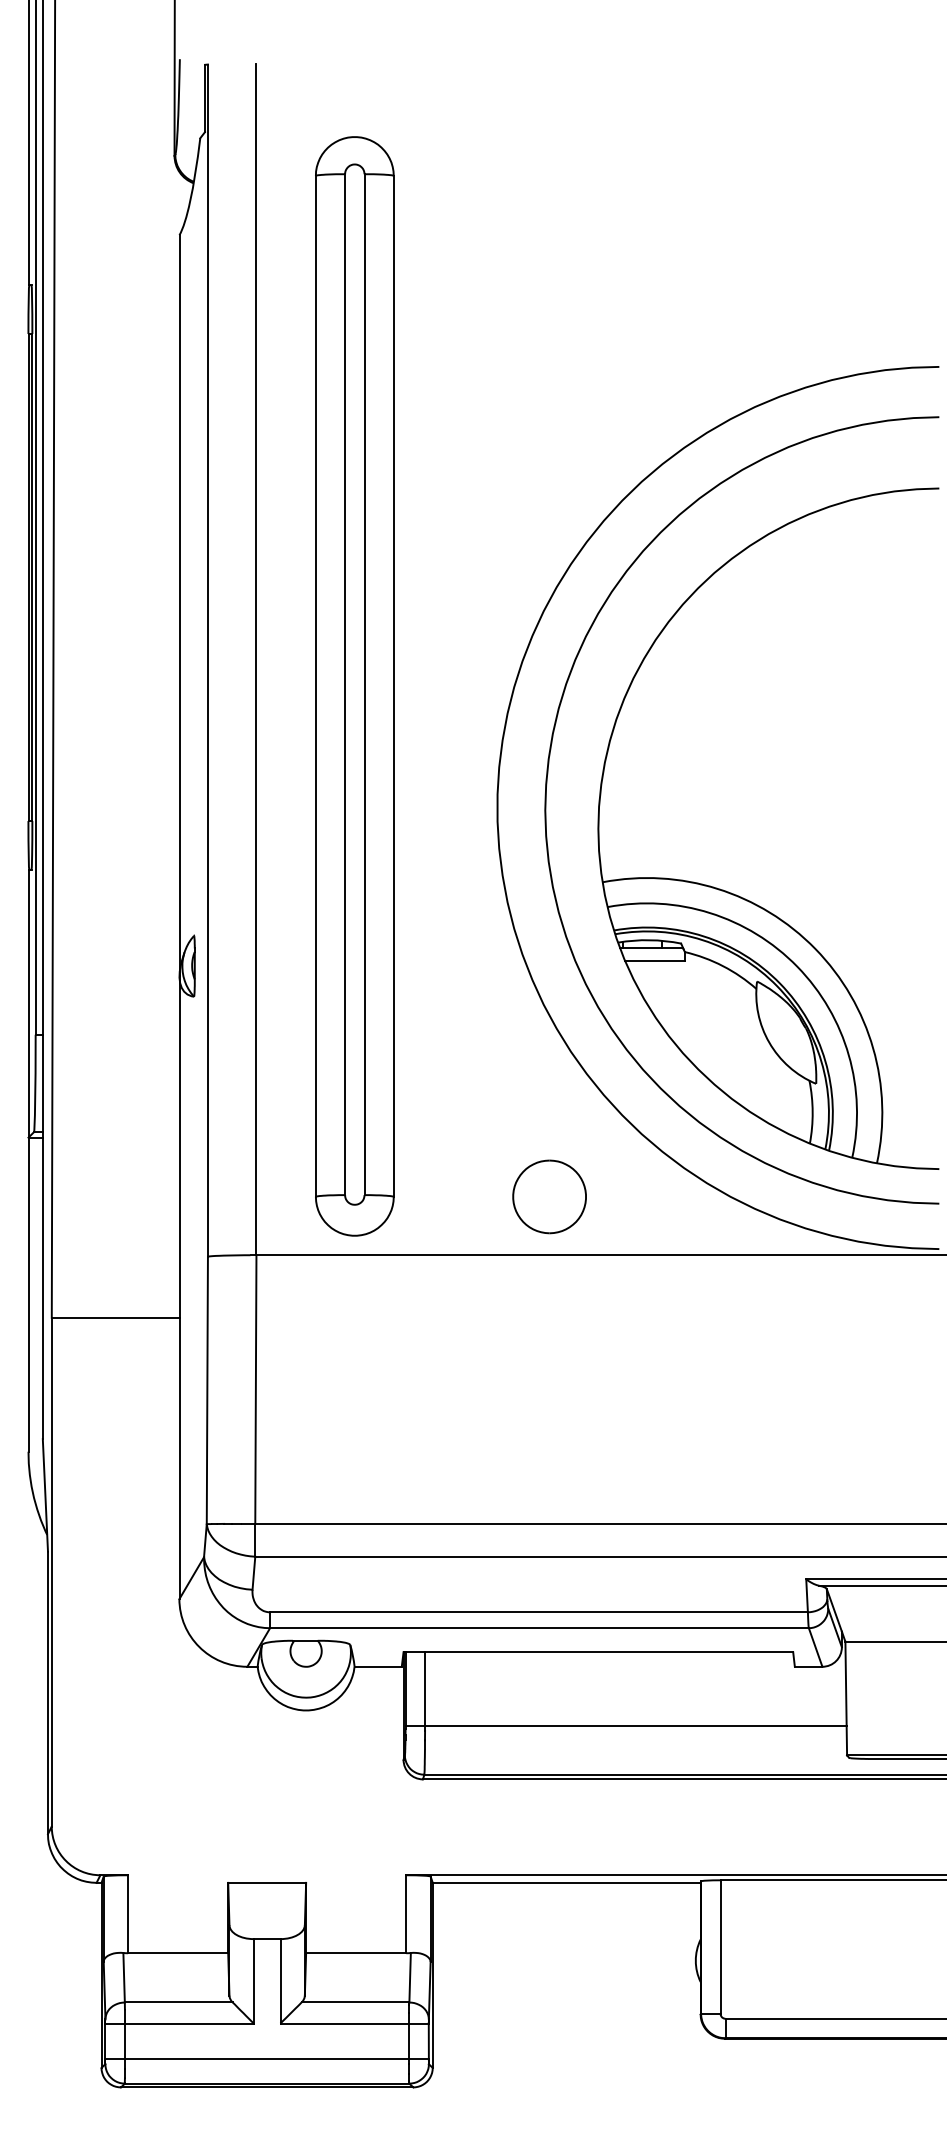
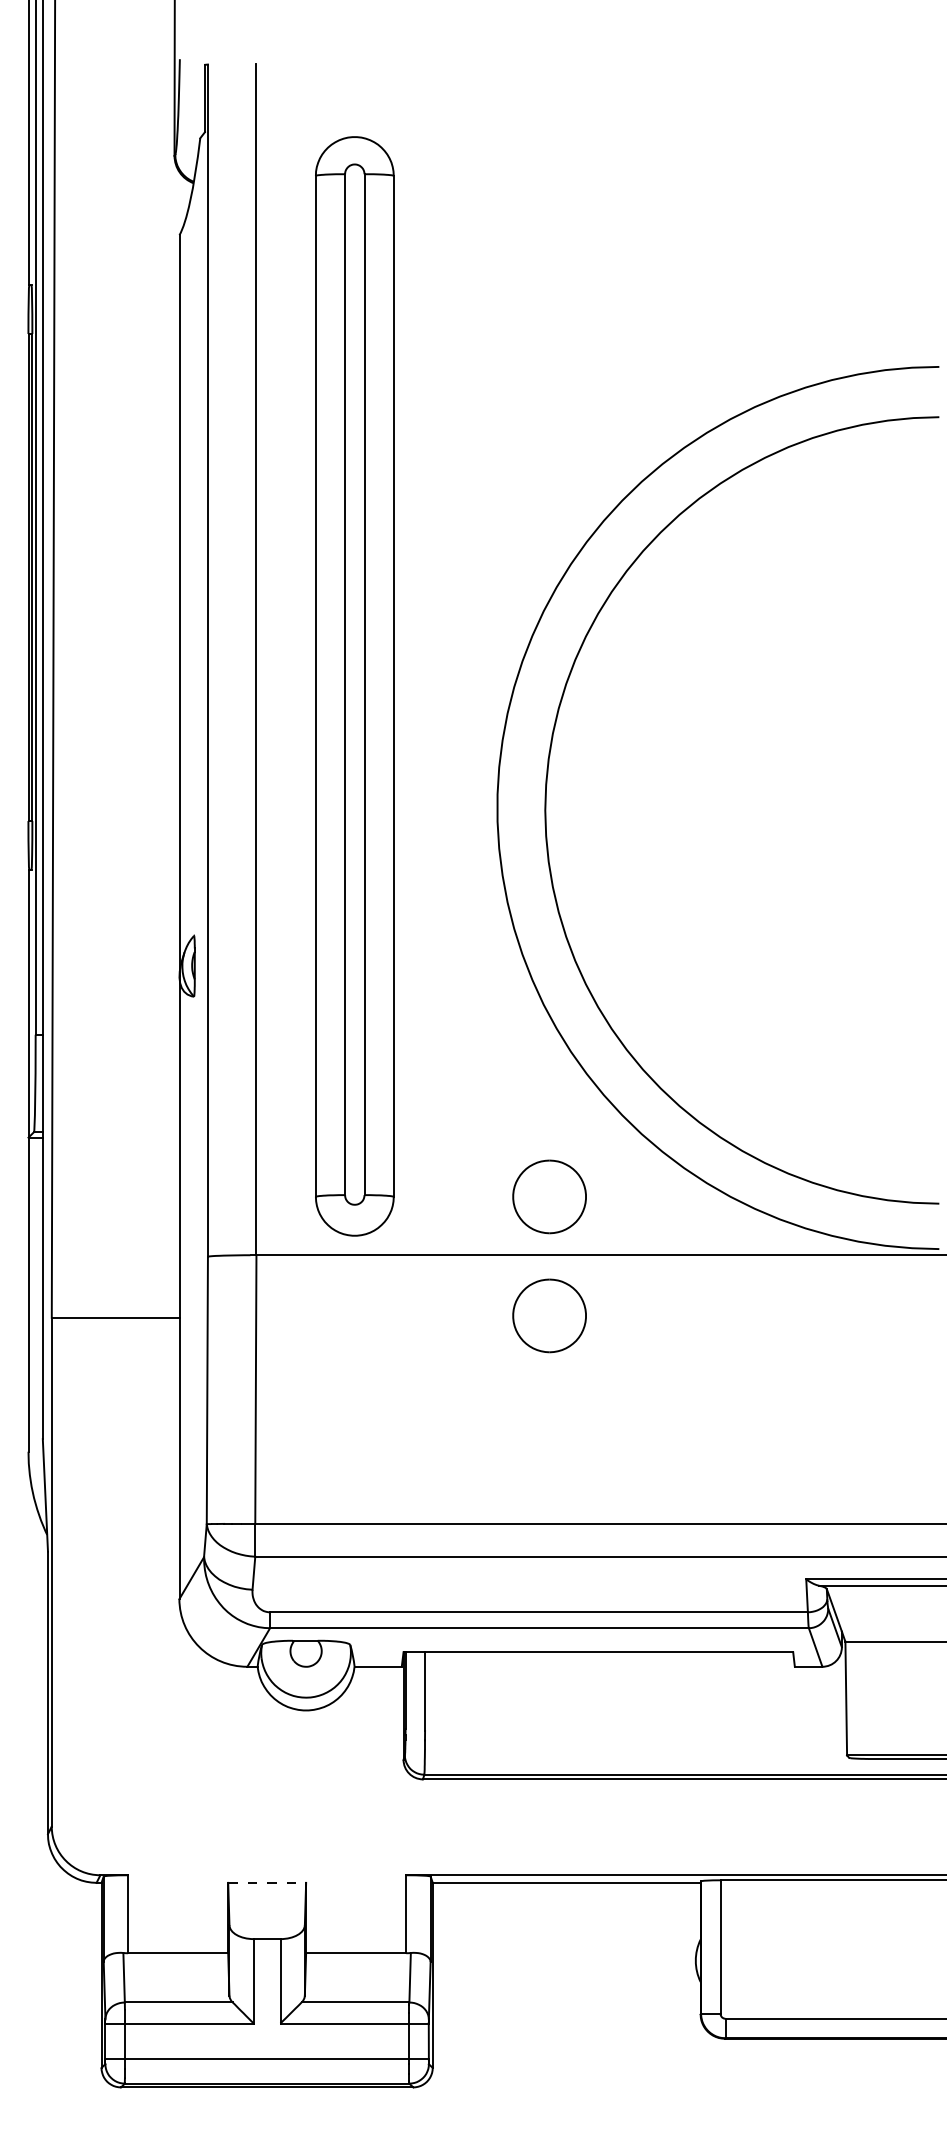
part at (741, 896): present -> none
part at (549, 1315): none -> present
line at (625, 1726): present -> none
line at (267, 1882): solid -> dashed
